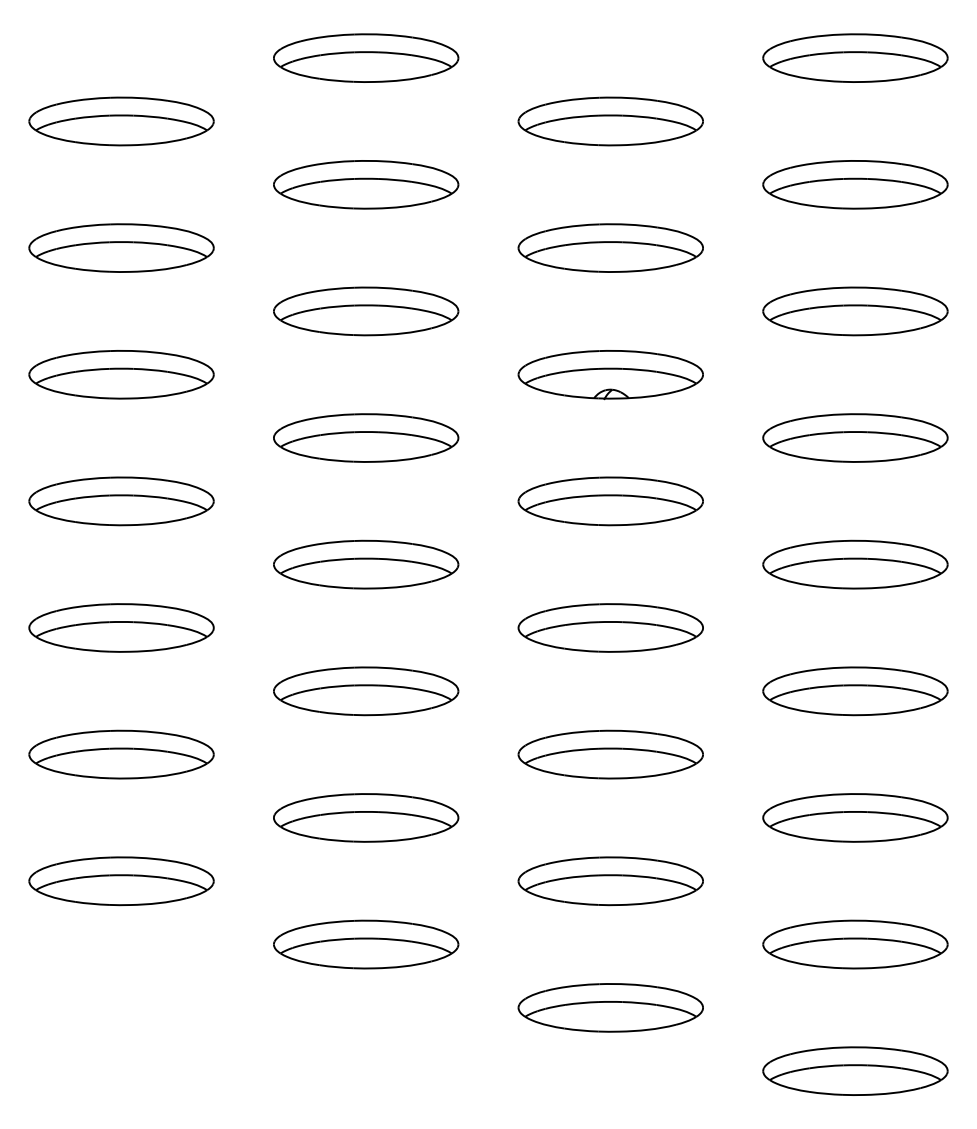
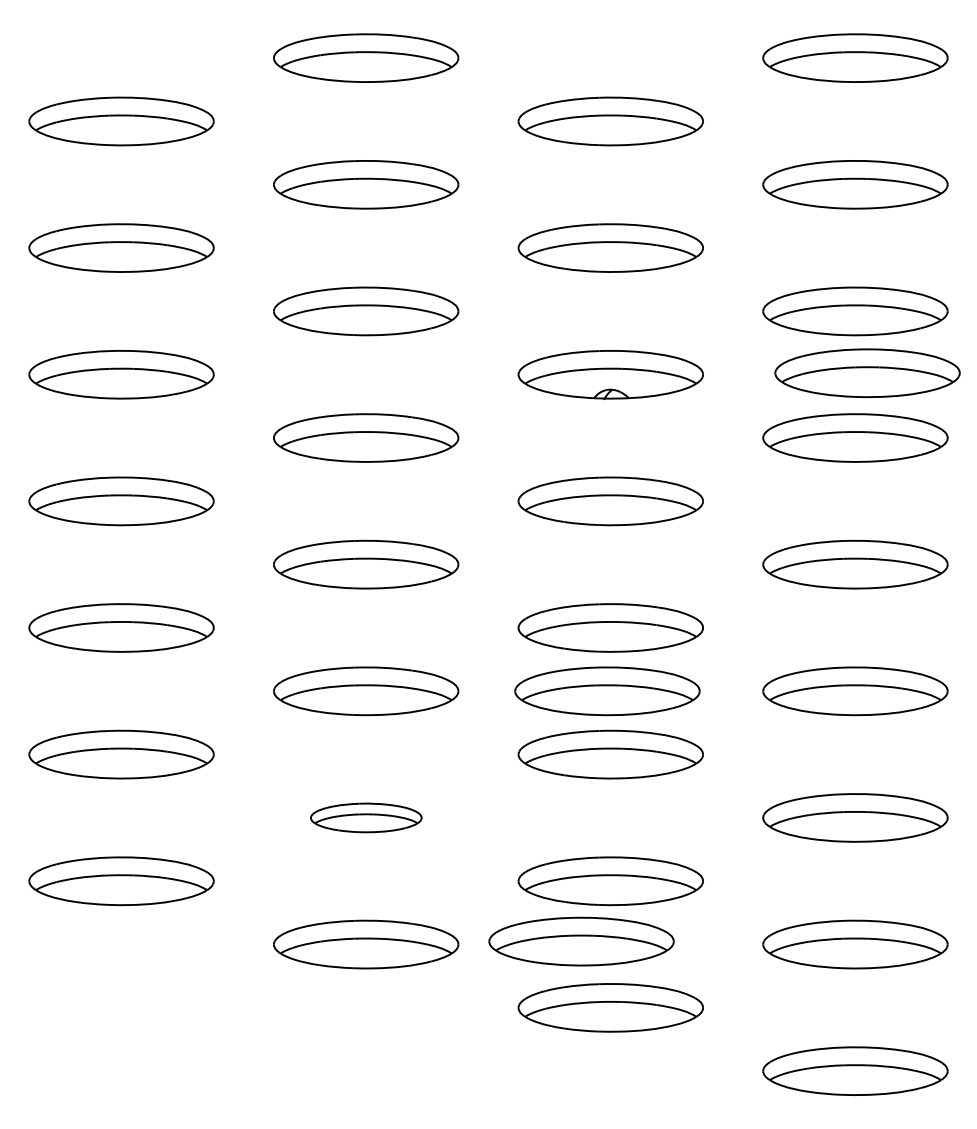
part at (867, 373): none -> present
part at (607, 691): none -> present
part at (366, 817) size: 187x50 px -> 113x32 px
part at (581, 941): none -> present
